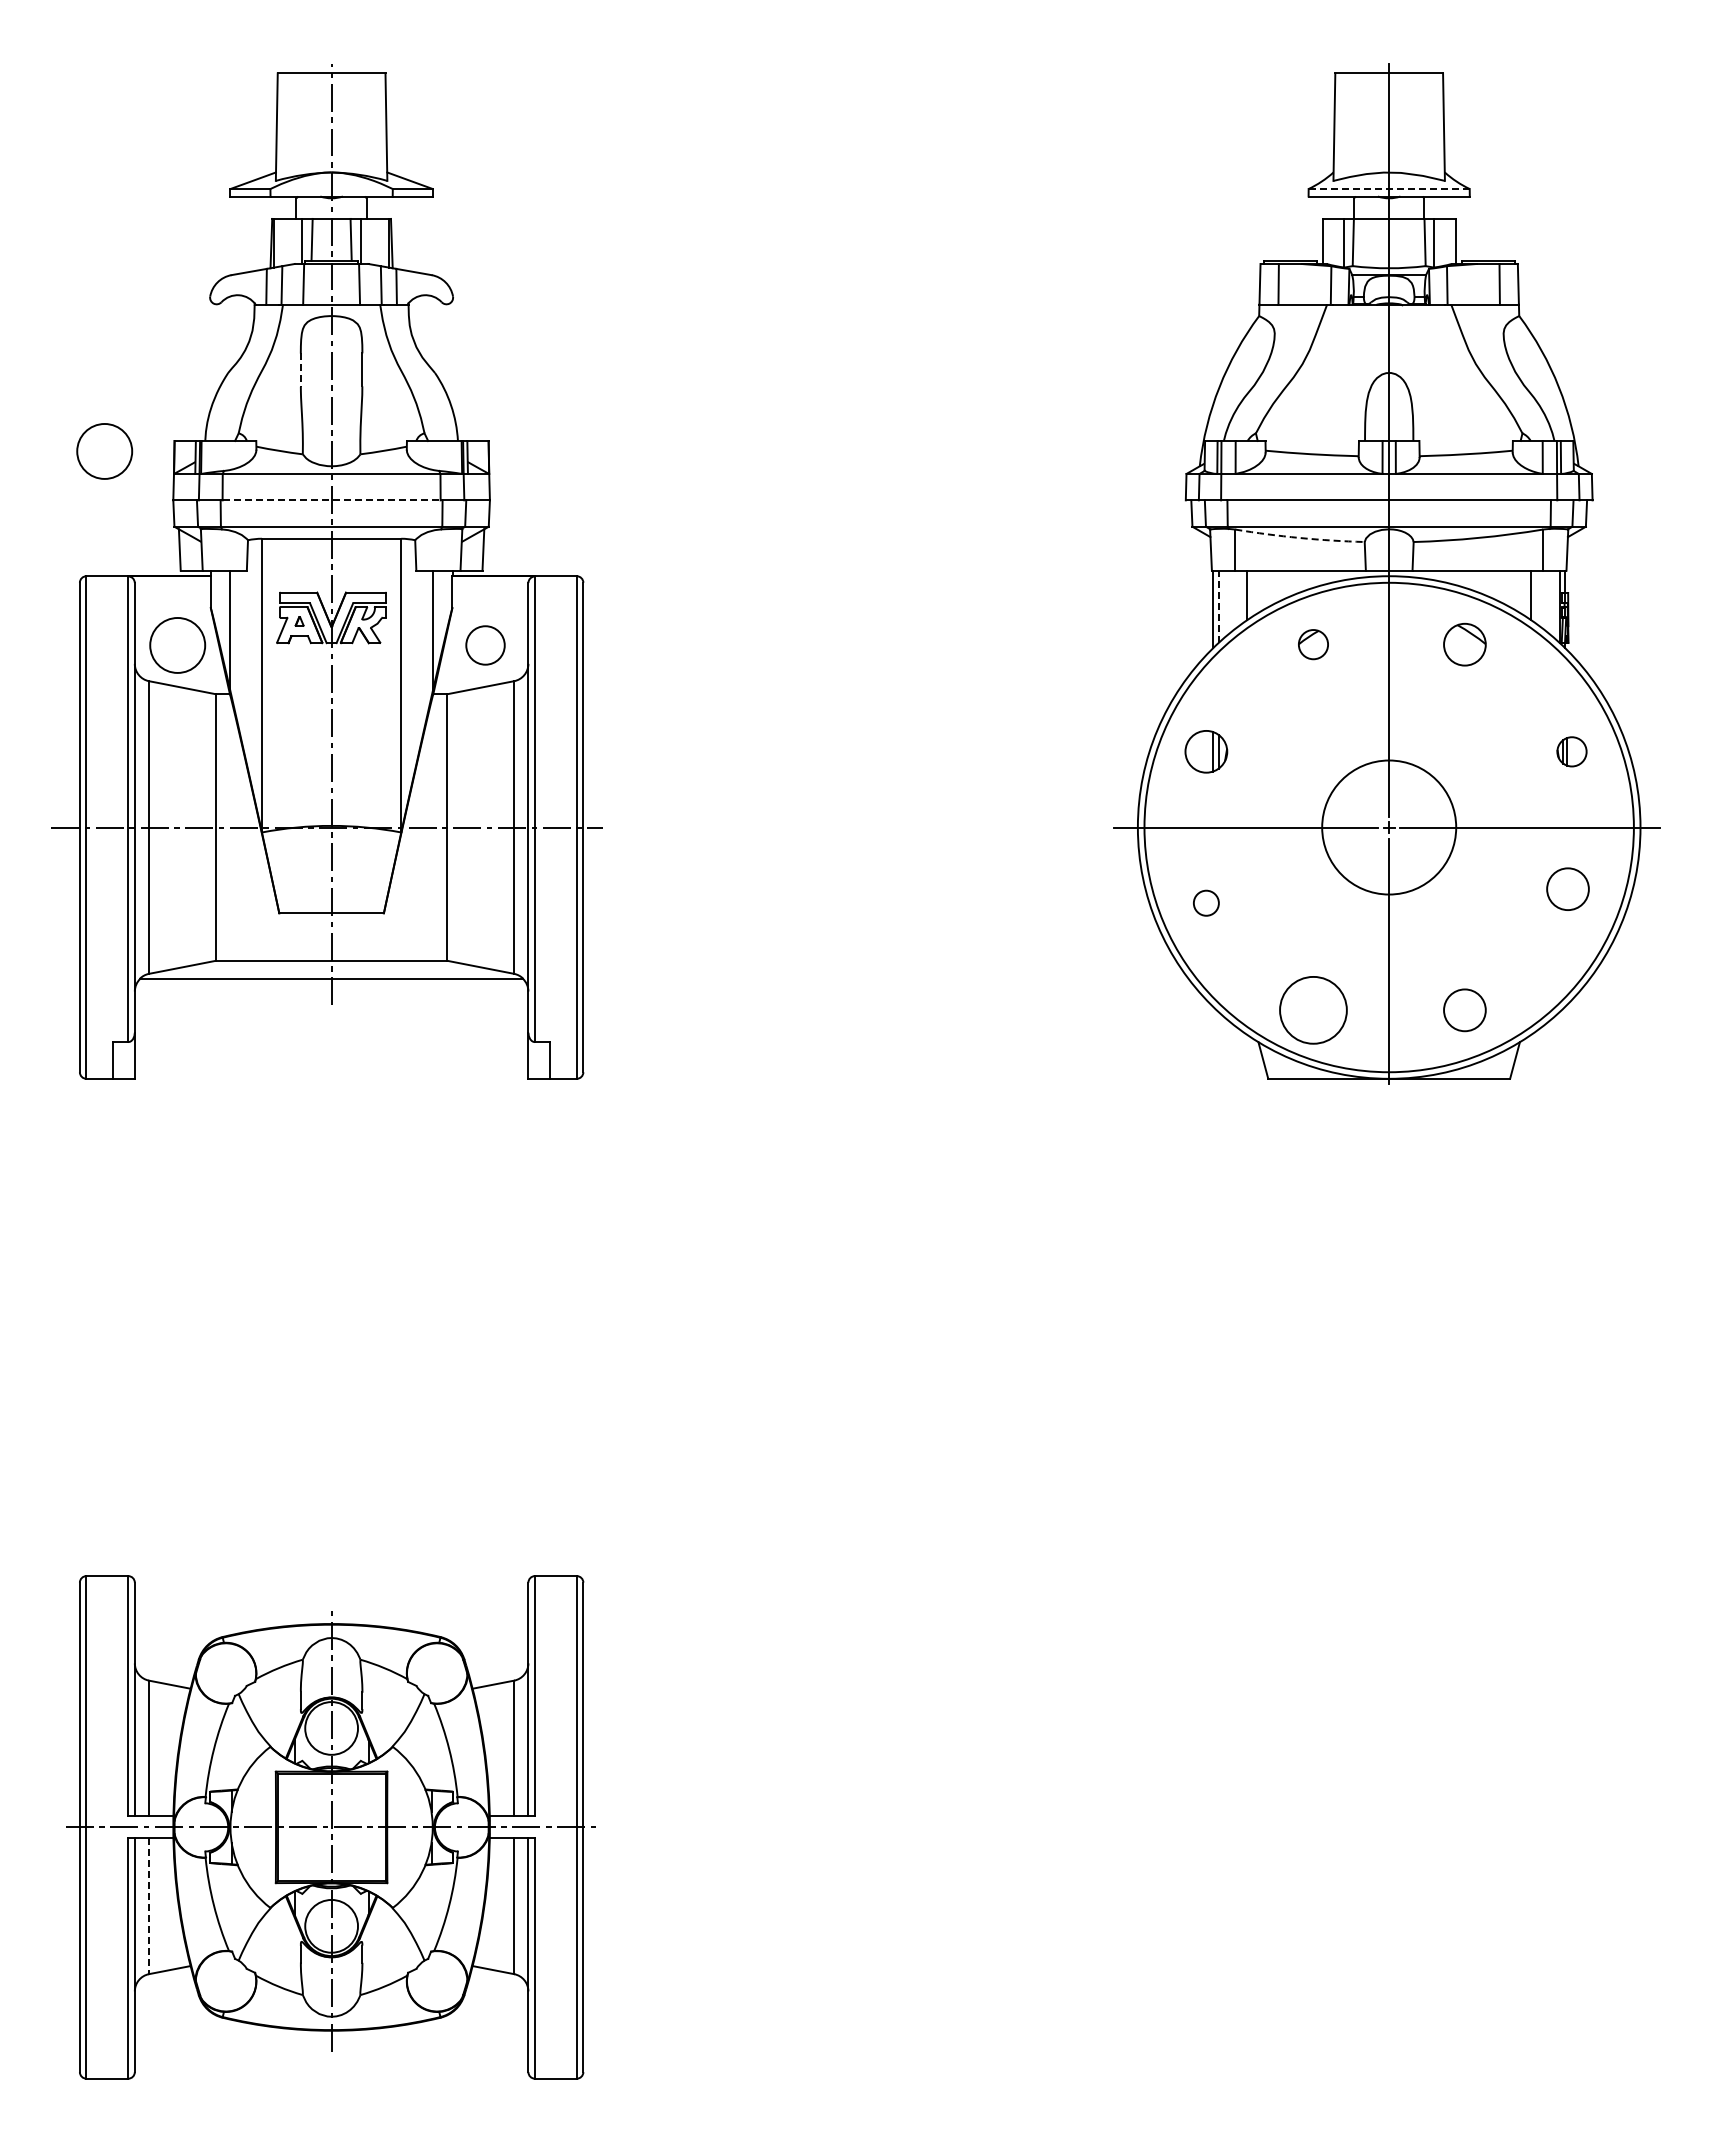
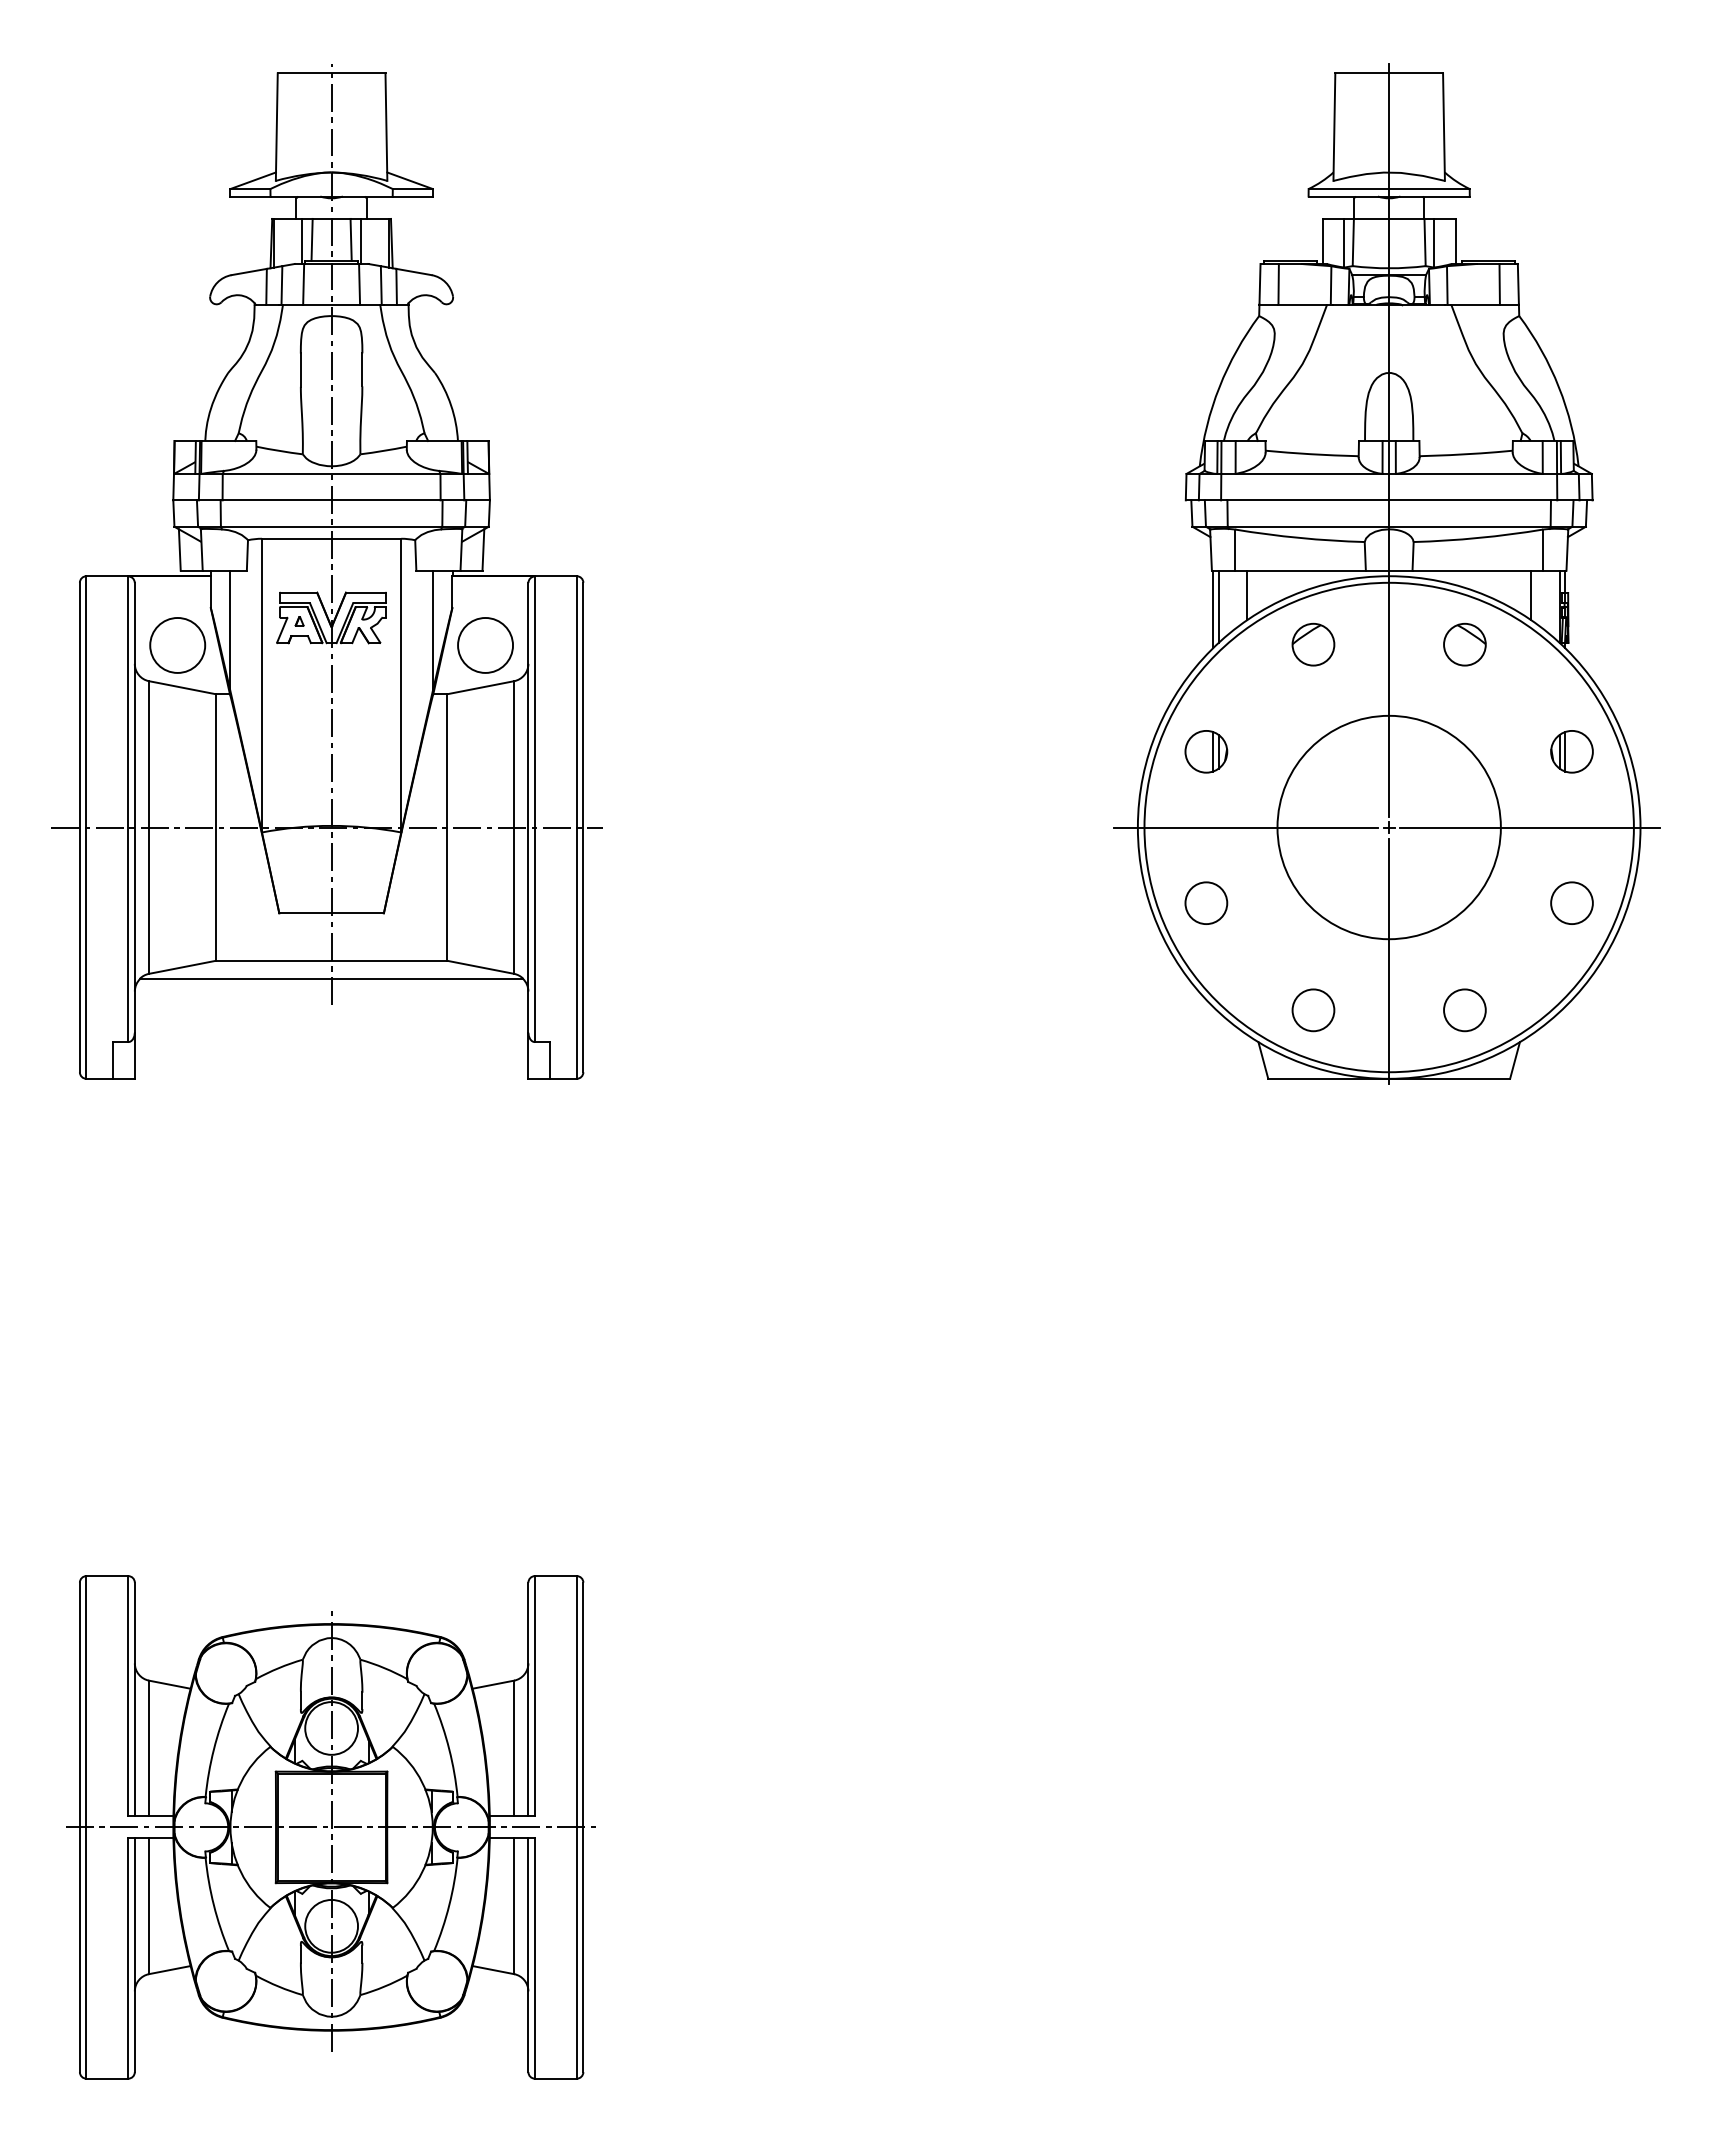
line at (1389, 189): dashed -> solid
line at (300, 370): dashed -> solid
circle at (104, 451): present -> none
line at (332, 500): dashed -> solid
arc at (1299, 537): dashed -> solid
line at (1218, 606): dashed -> solid
part at (1313, 644) size: 31x32 px -> 45x45 px
circle at (485, 645) diameter: 38 px -> 55 px
part at (1571, 751) size: 32x32 px -> 44x44 px
circle at (1389, 827) diameter: 134 px -> 223 px
circle at (1567, 888) position: (1567, 888) -> (1571, 902)
circle at (1205, 902) diameter: 25 px -> 42 px
circle at (1313, 1009) diameter: 67 px -> 42 px
line at (149, 1906): dashed -> solid
